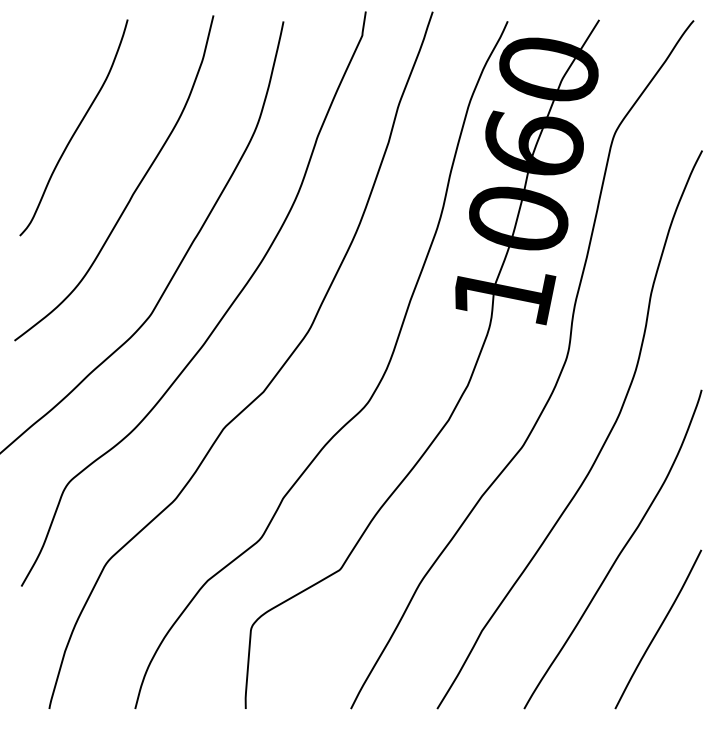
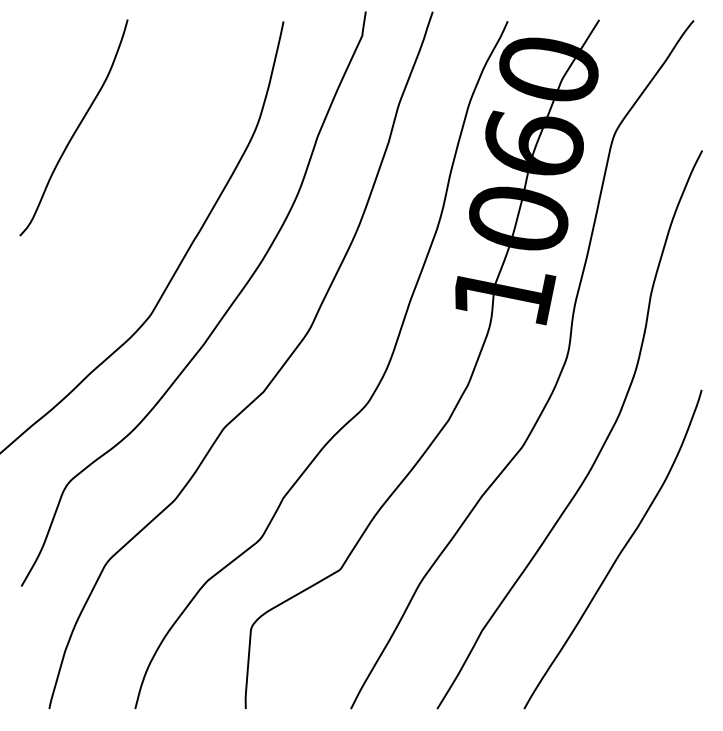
curve at (133, 191): present -> none
curve at (658, 629): present -> none
